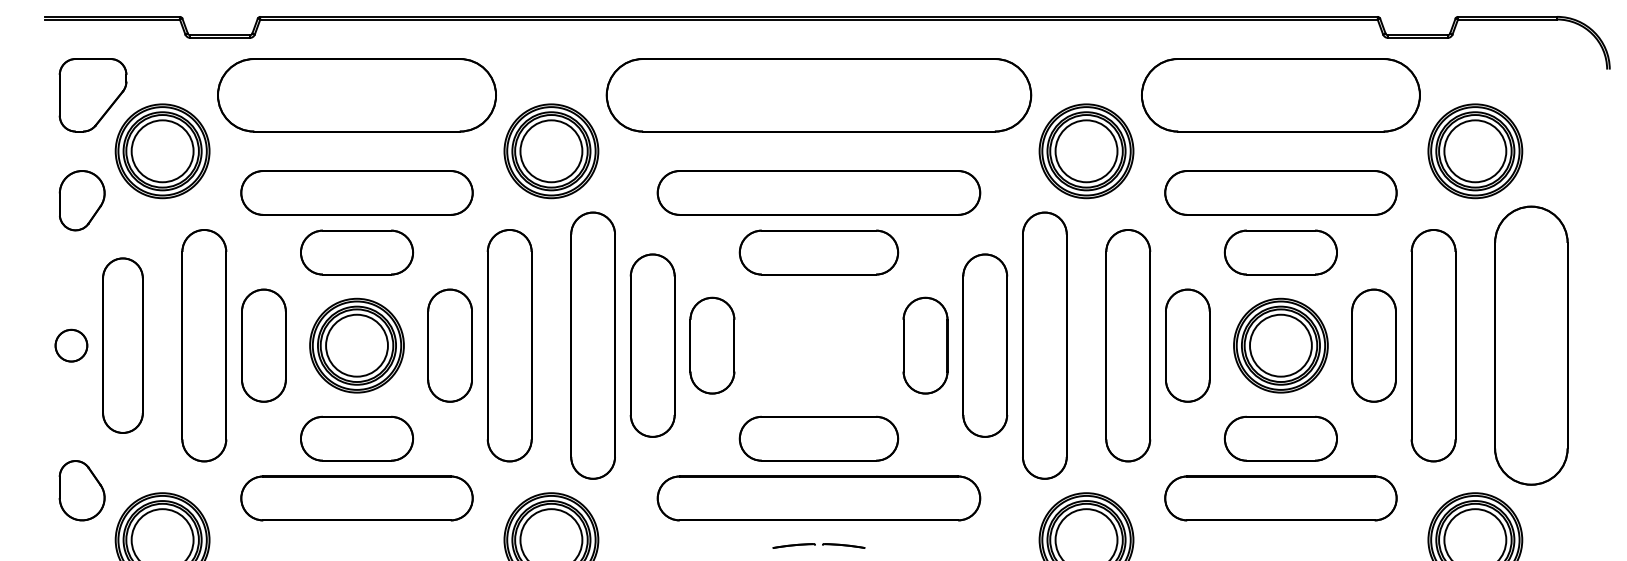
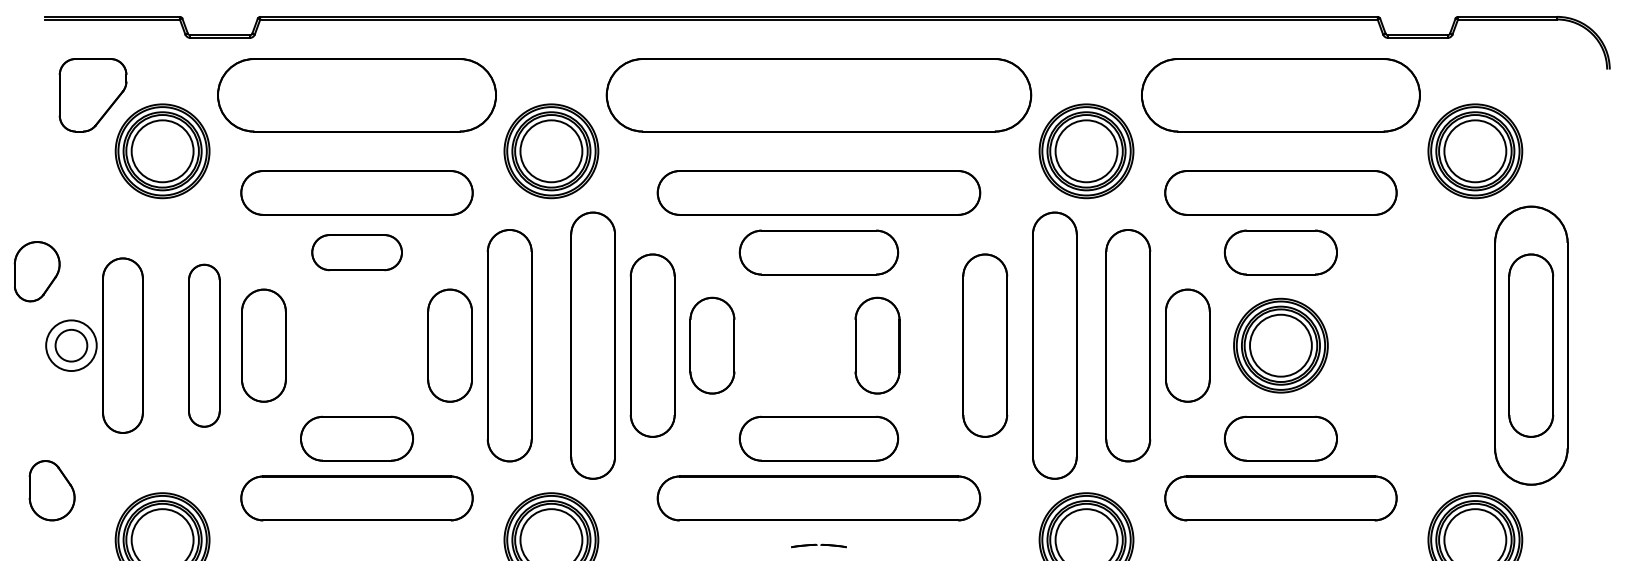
part at (81, 200) position: (81, 200) -> (36, 271)
part at (357, 252) size: 115x47 px -> 92x38 px
circle at (71, 345) diameter: 32 px -> 51 px
part at (204, 345) size: 47x234 px -> 33x165 px
part at (356, 345): present -> none
part at (925, 345) position: (925, 345) -> (877, 345)
part at (1044, 345) position: (1044, 345) -> (1054, 345)
part at (1373, 345): present -> none
part at (1433, 345): present -> none
part at (1531, 345): none -> present
part at (81, 490) position: (81, 490) -> (51, 490)
part at (818, 545) size: 94x6 px -> 56x6 px
